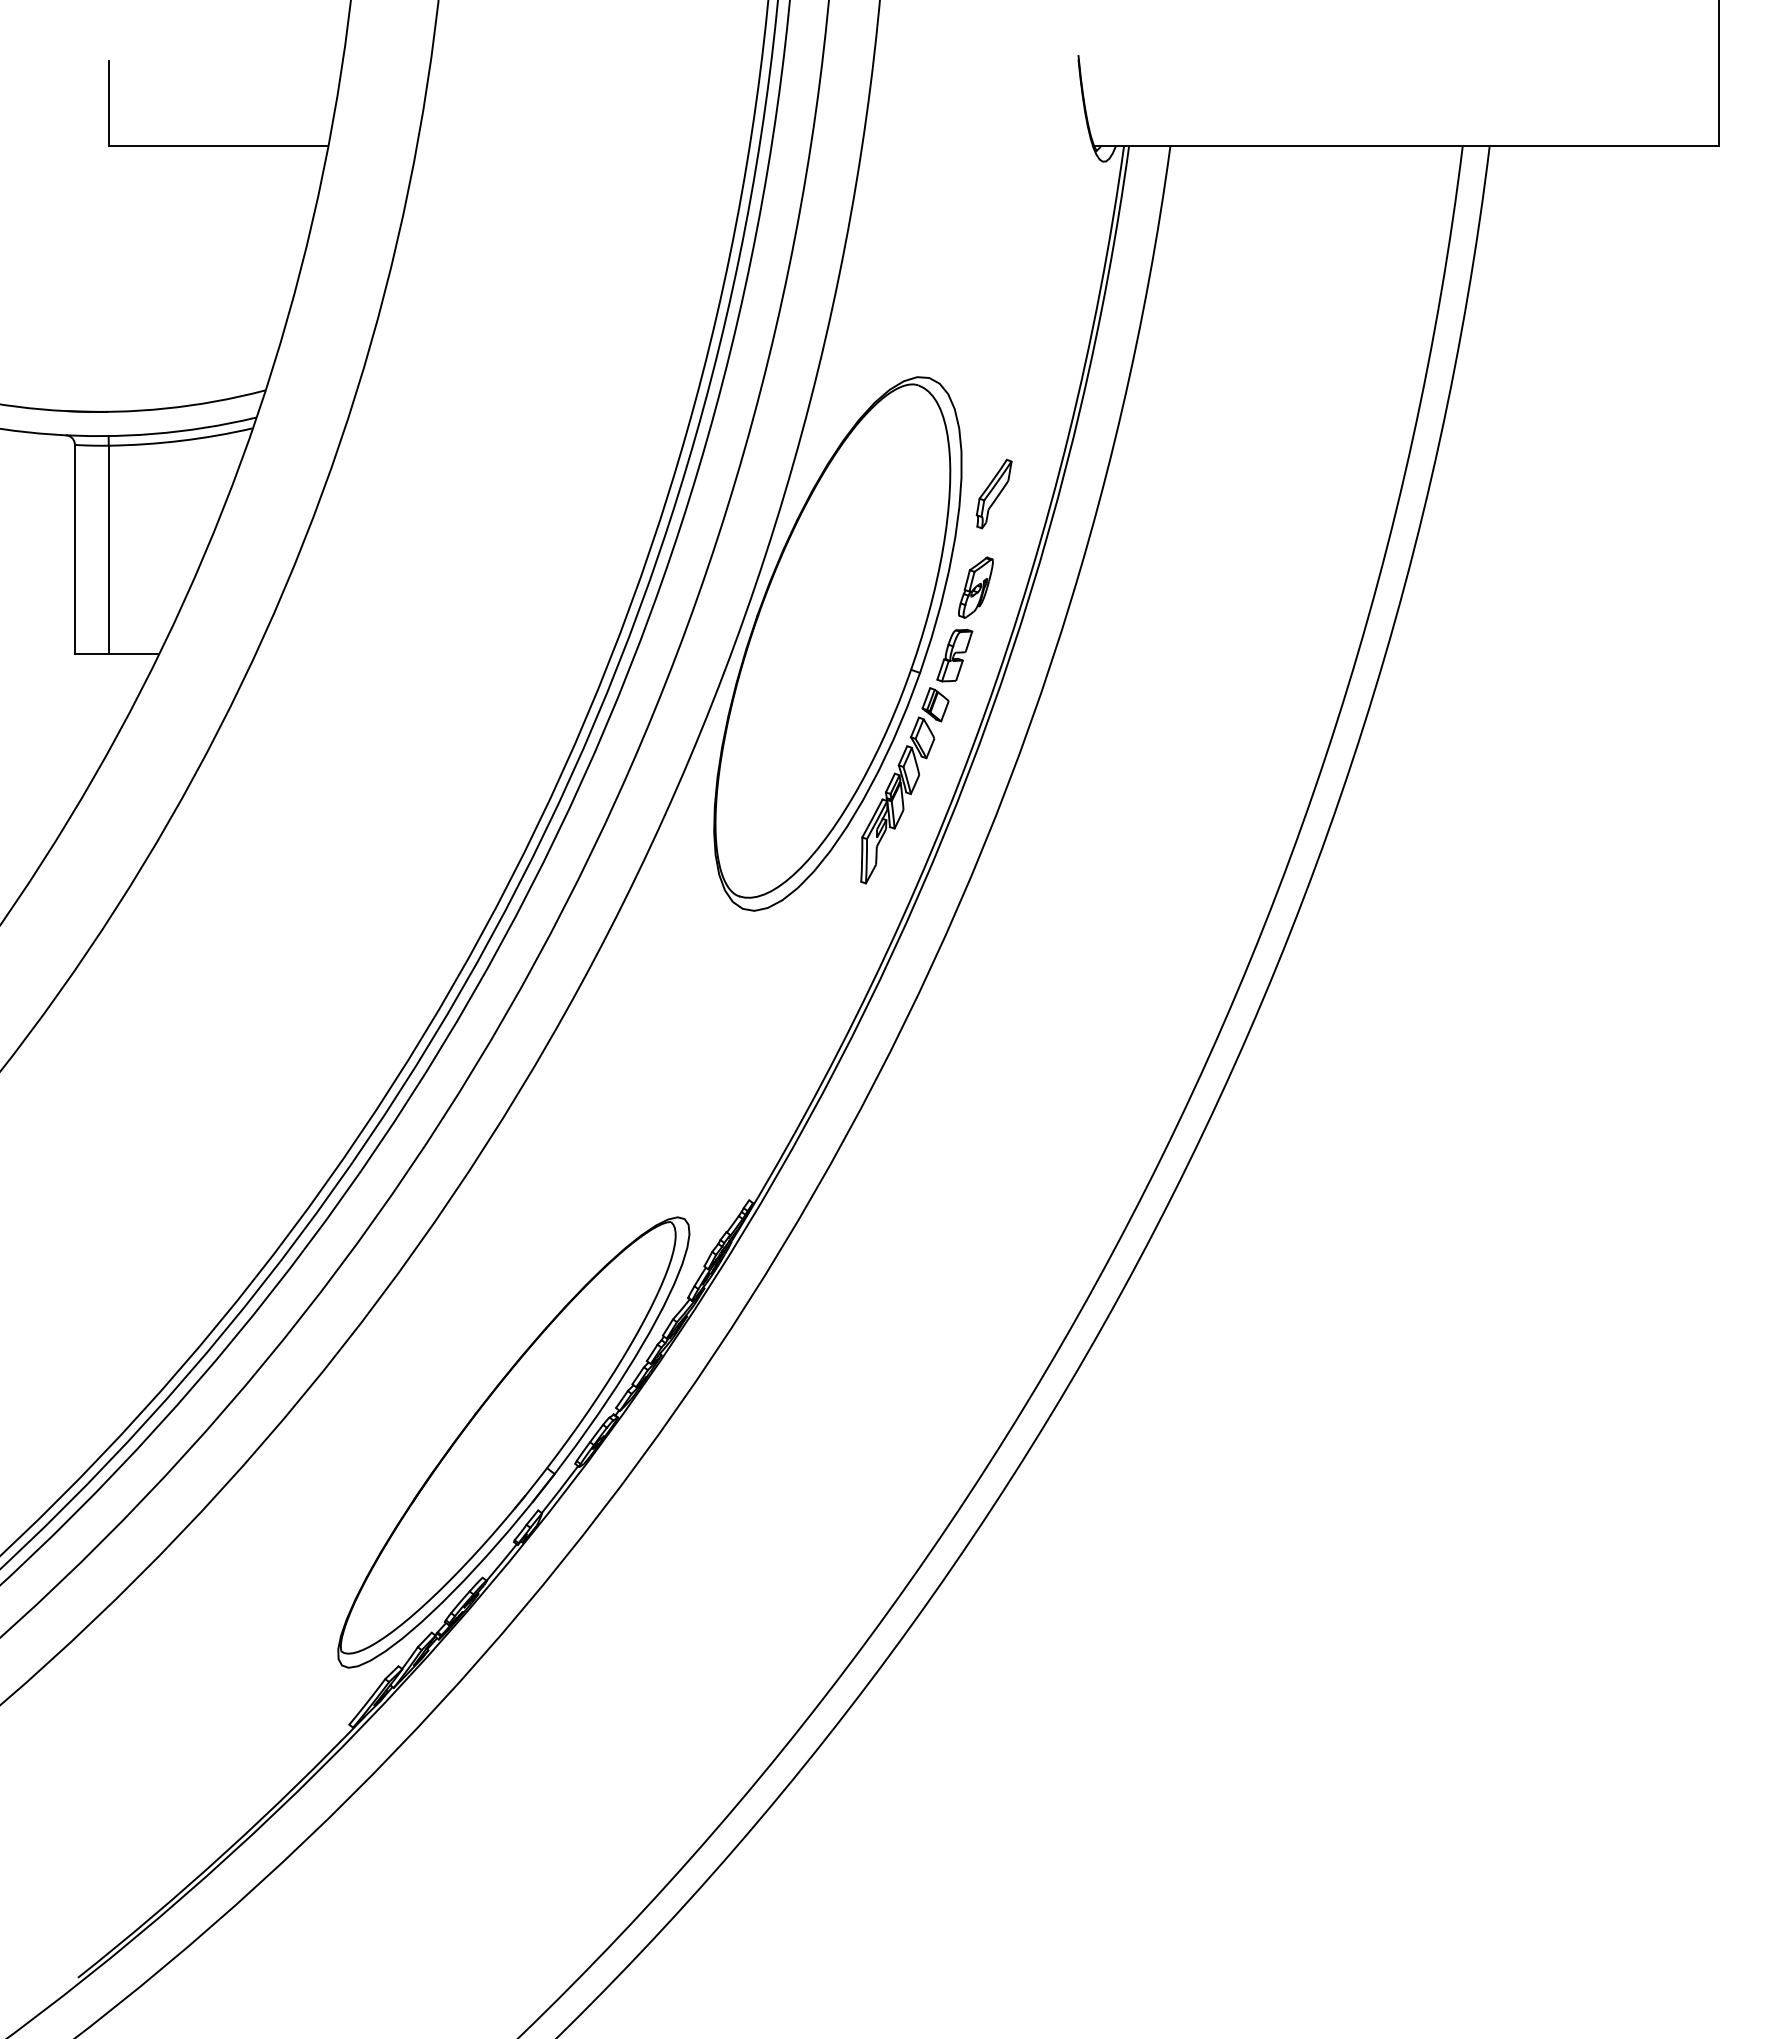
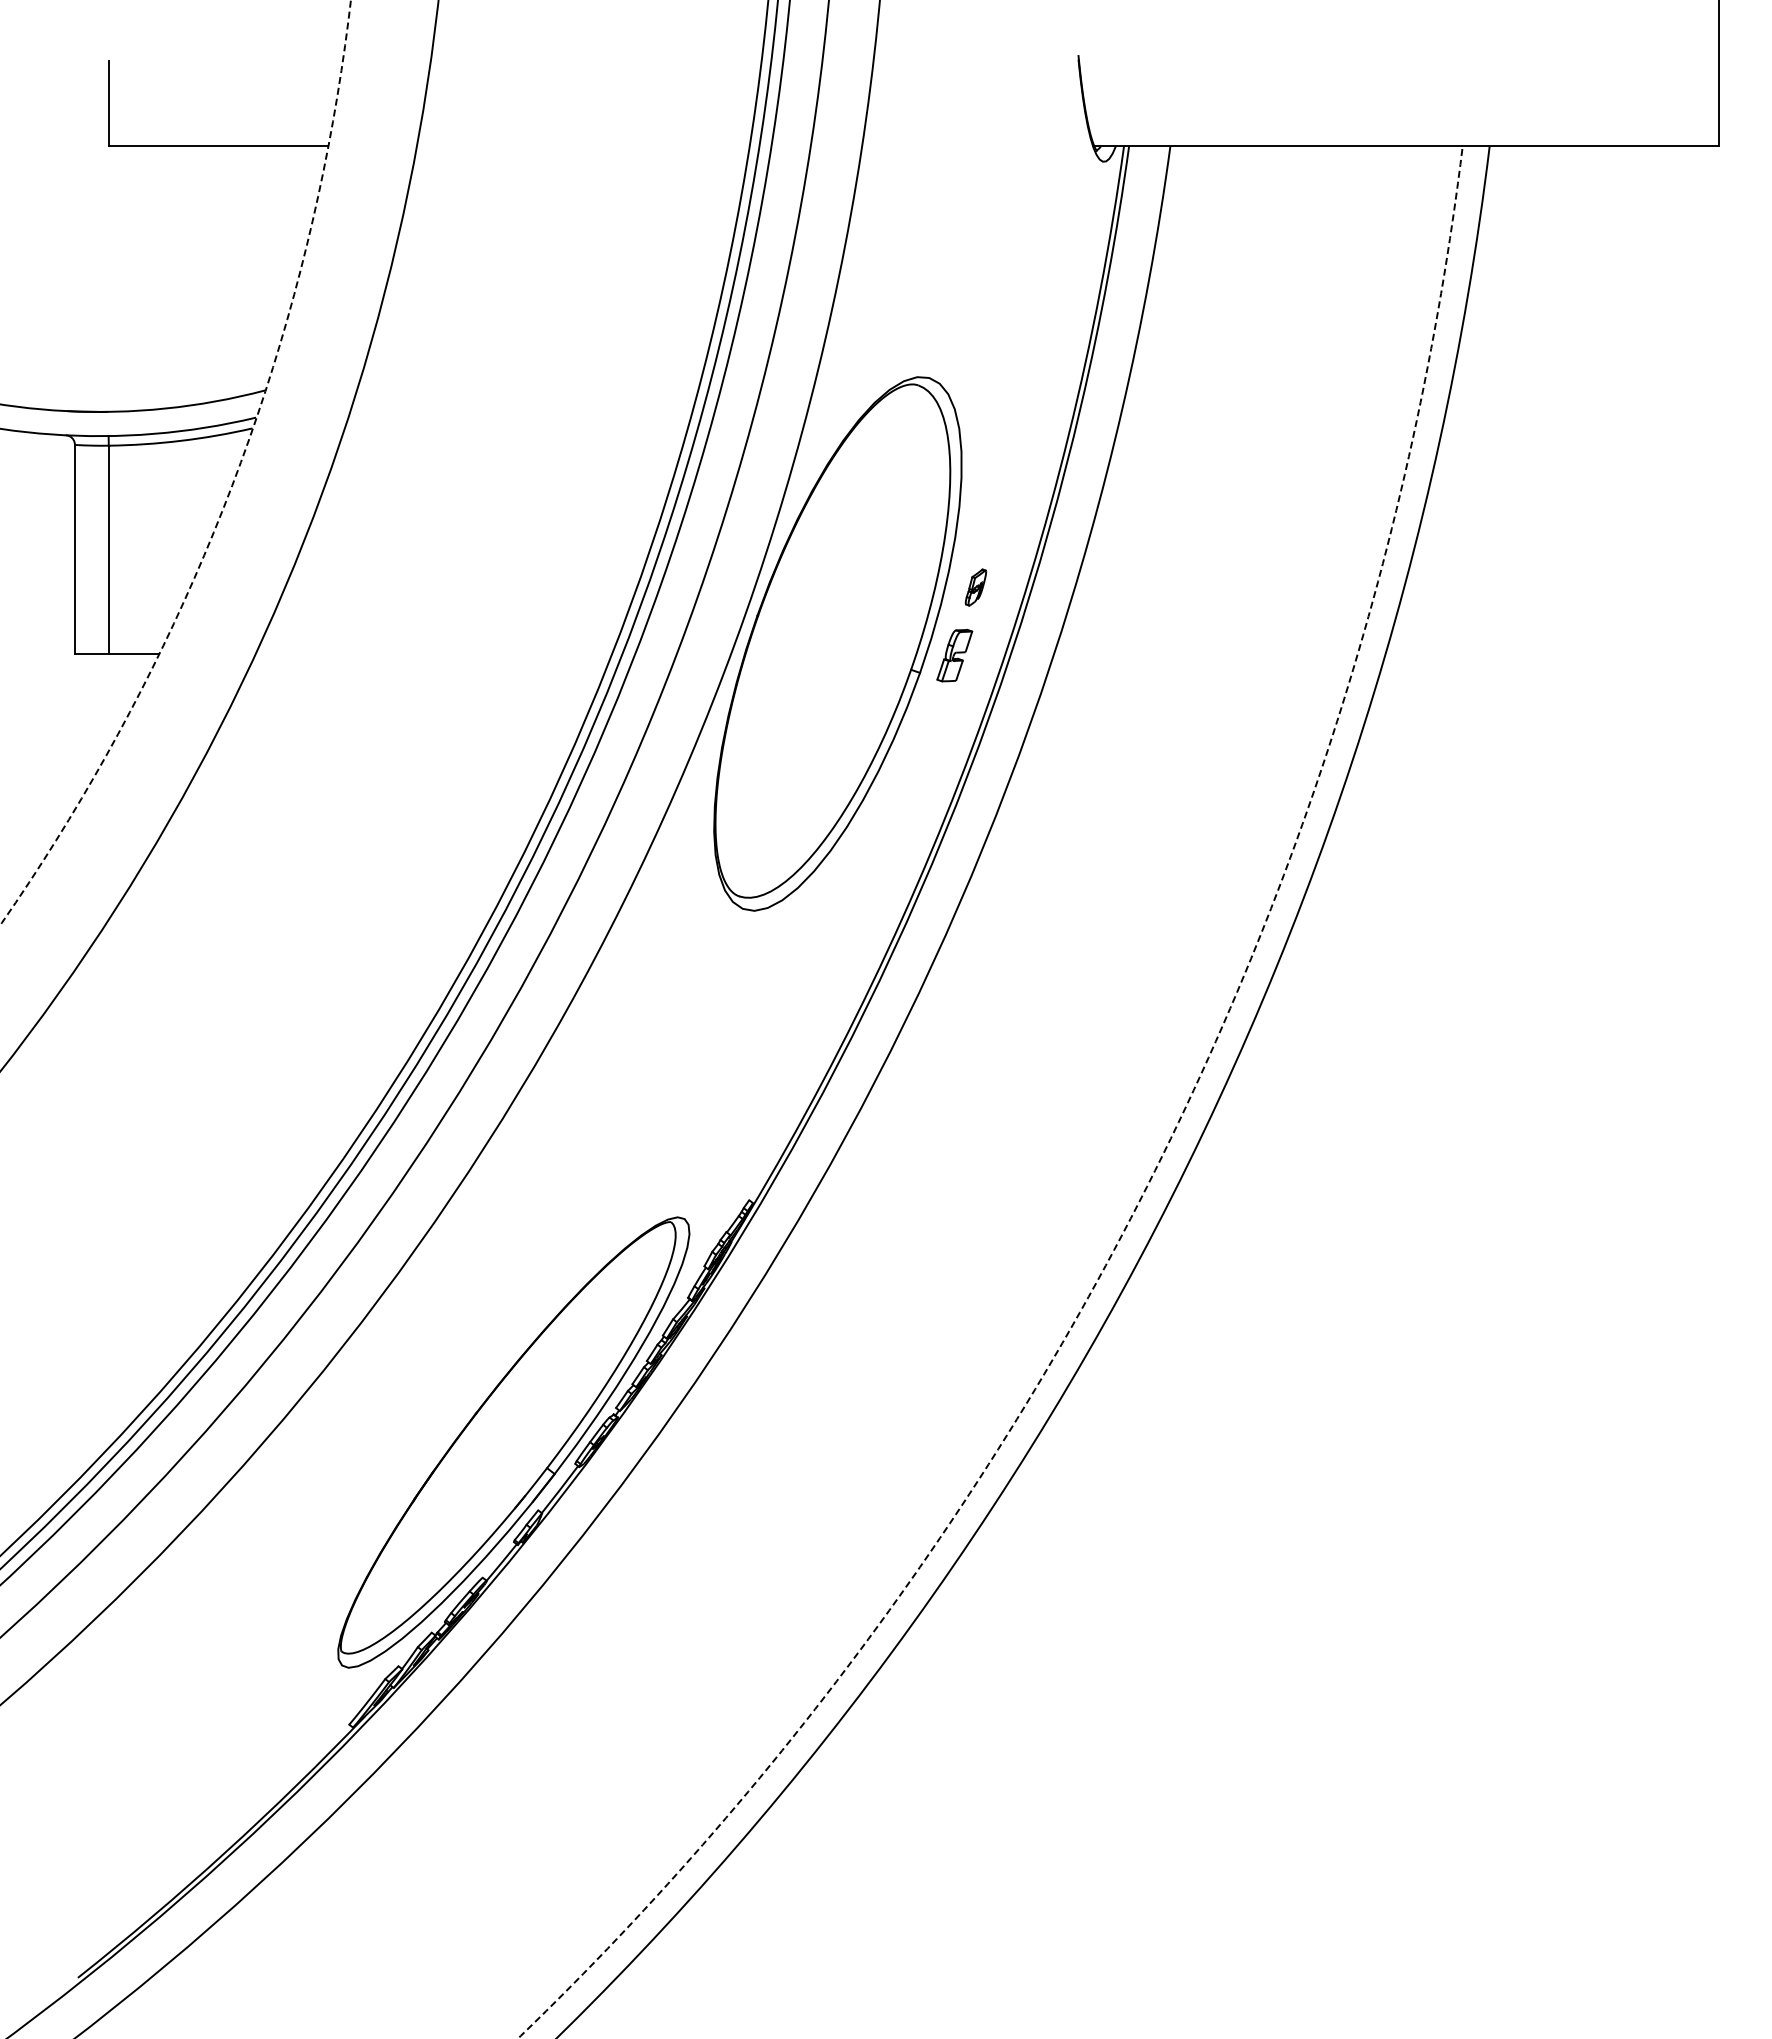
circle at (175, 462): solid -> dashed
part at (993, 493): present -> none
part at (975, 587) size: 36x63 px -> 24x39 px
part at (904, 785): present -> none
arc at (1151, 1176): solid -> dashed
